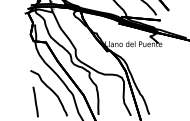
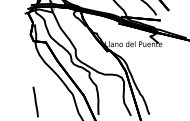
curve at (50, 90): present -> none
